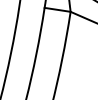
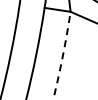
arc at (62, 56): solid -> dashed
